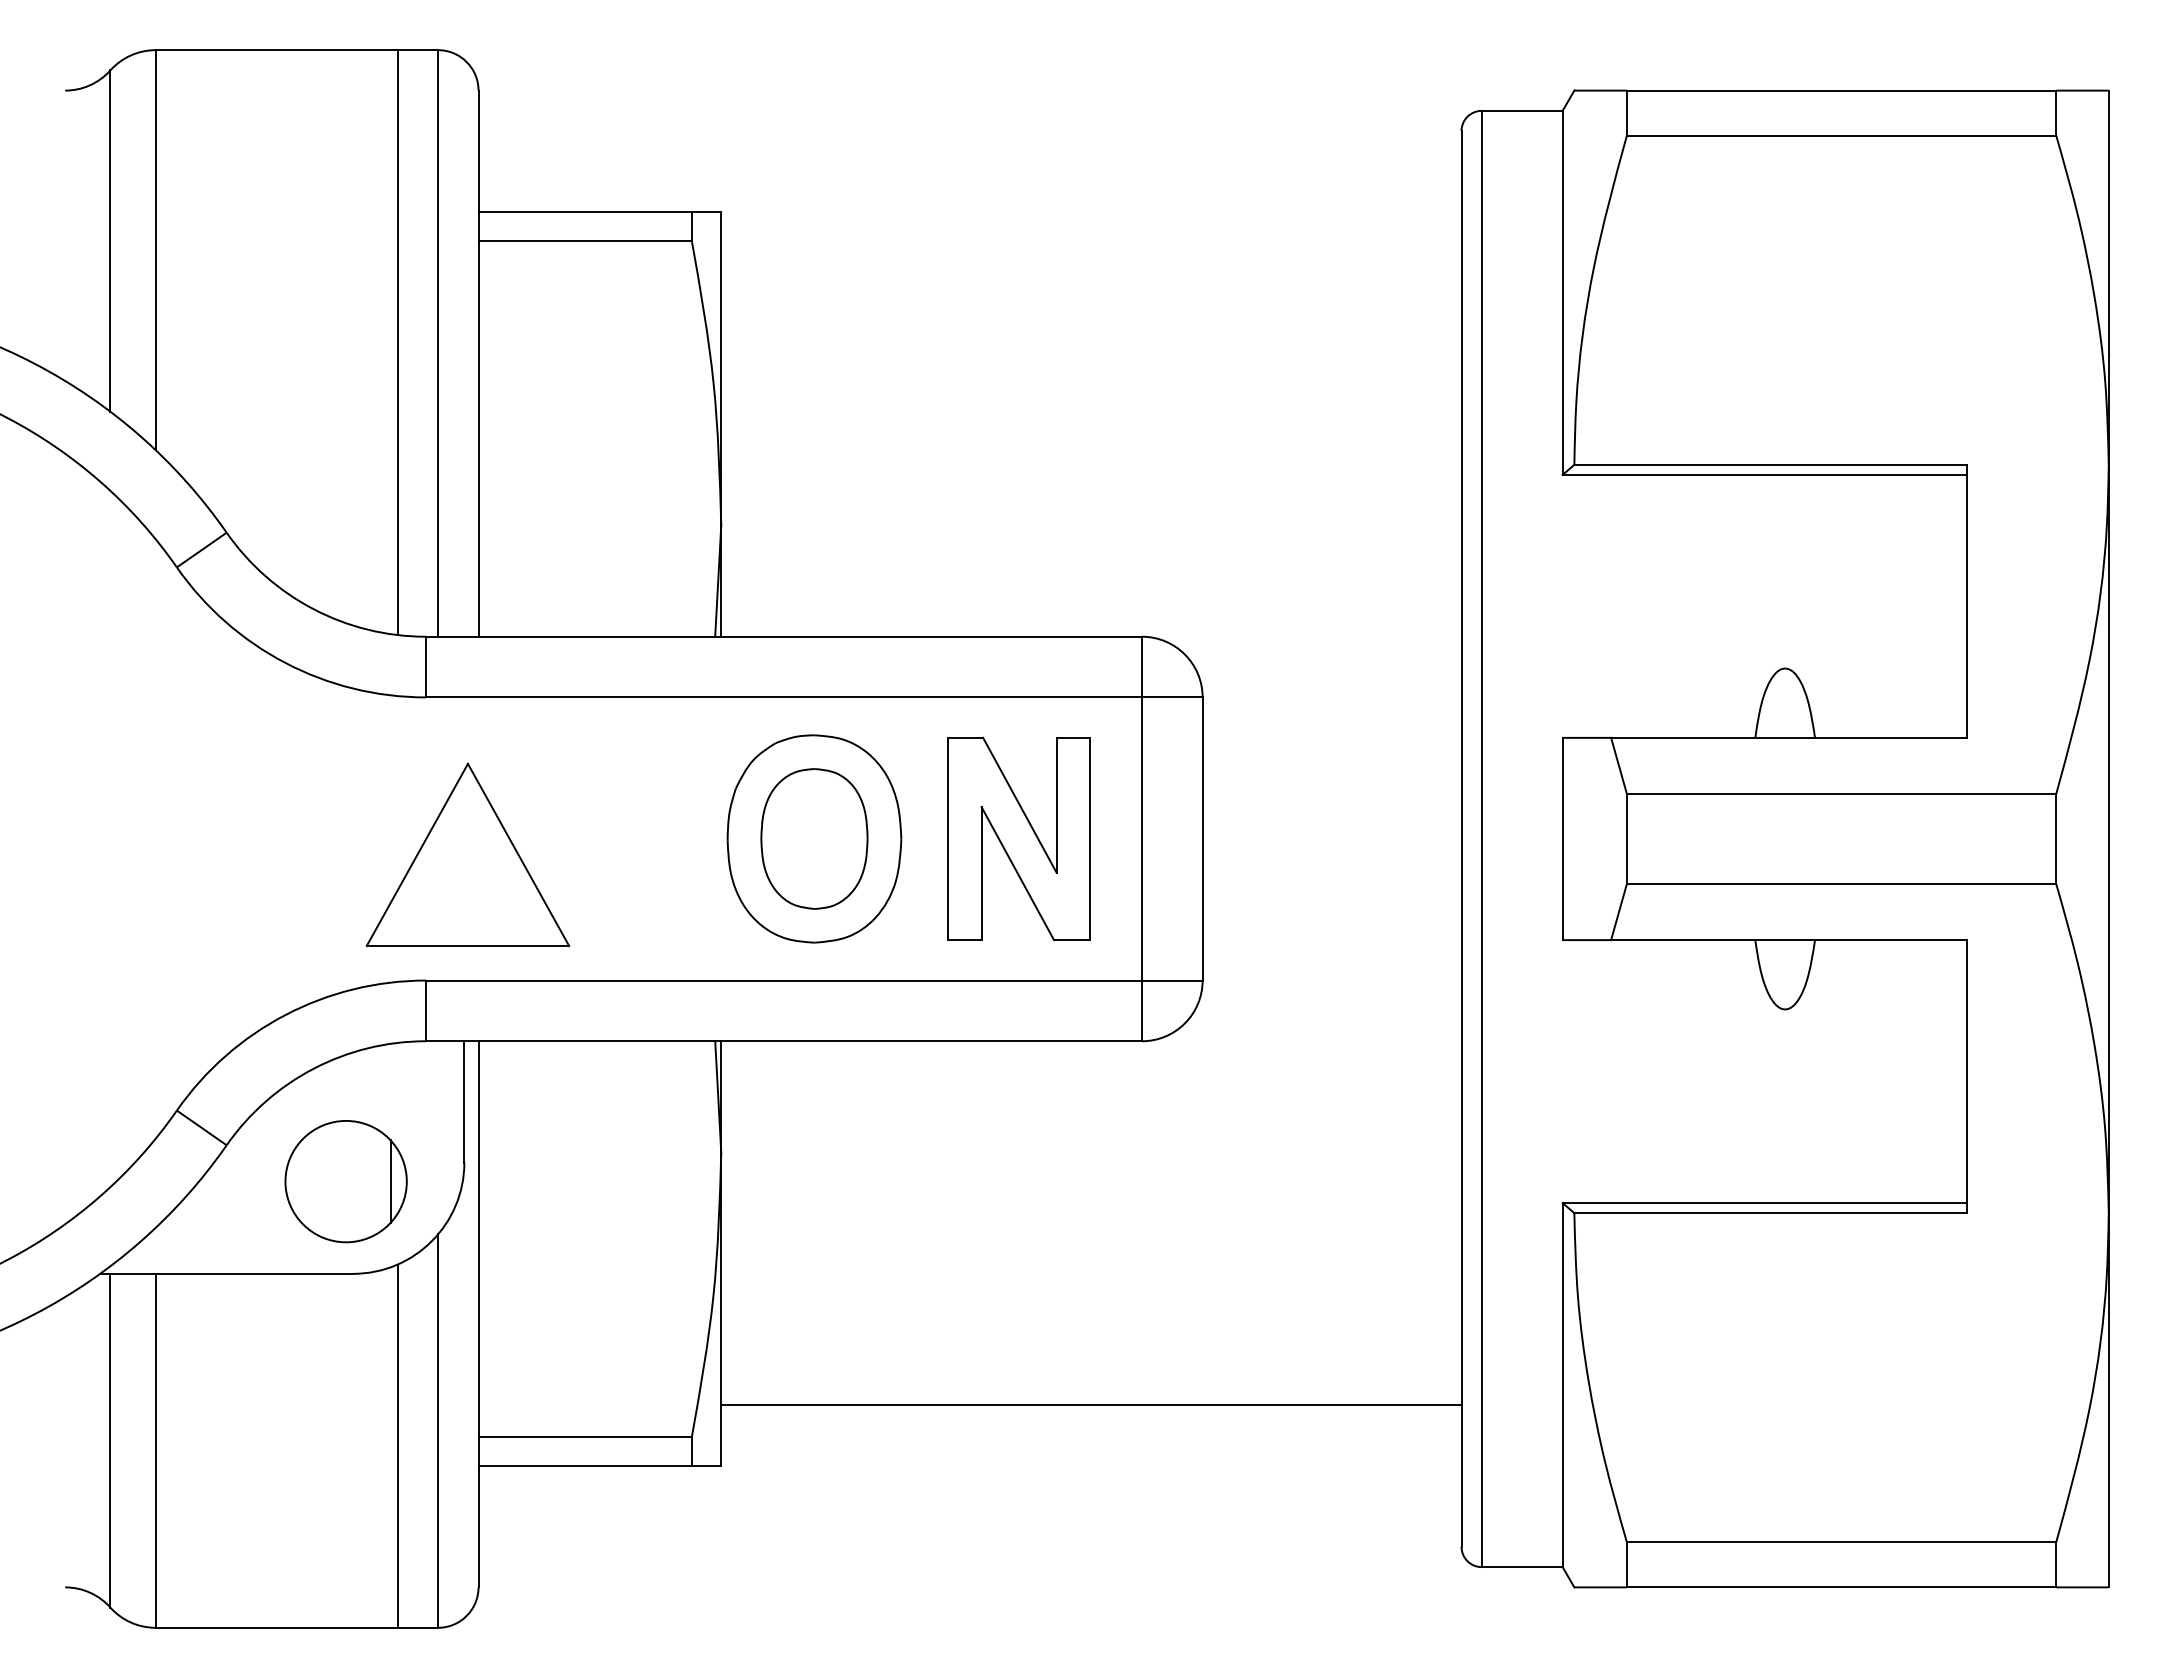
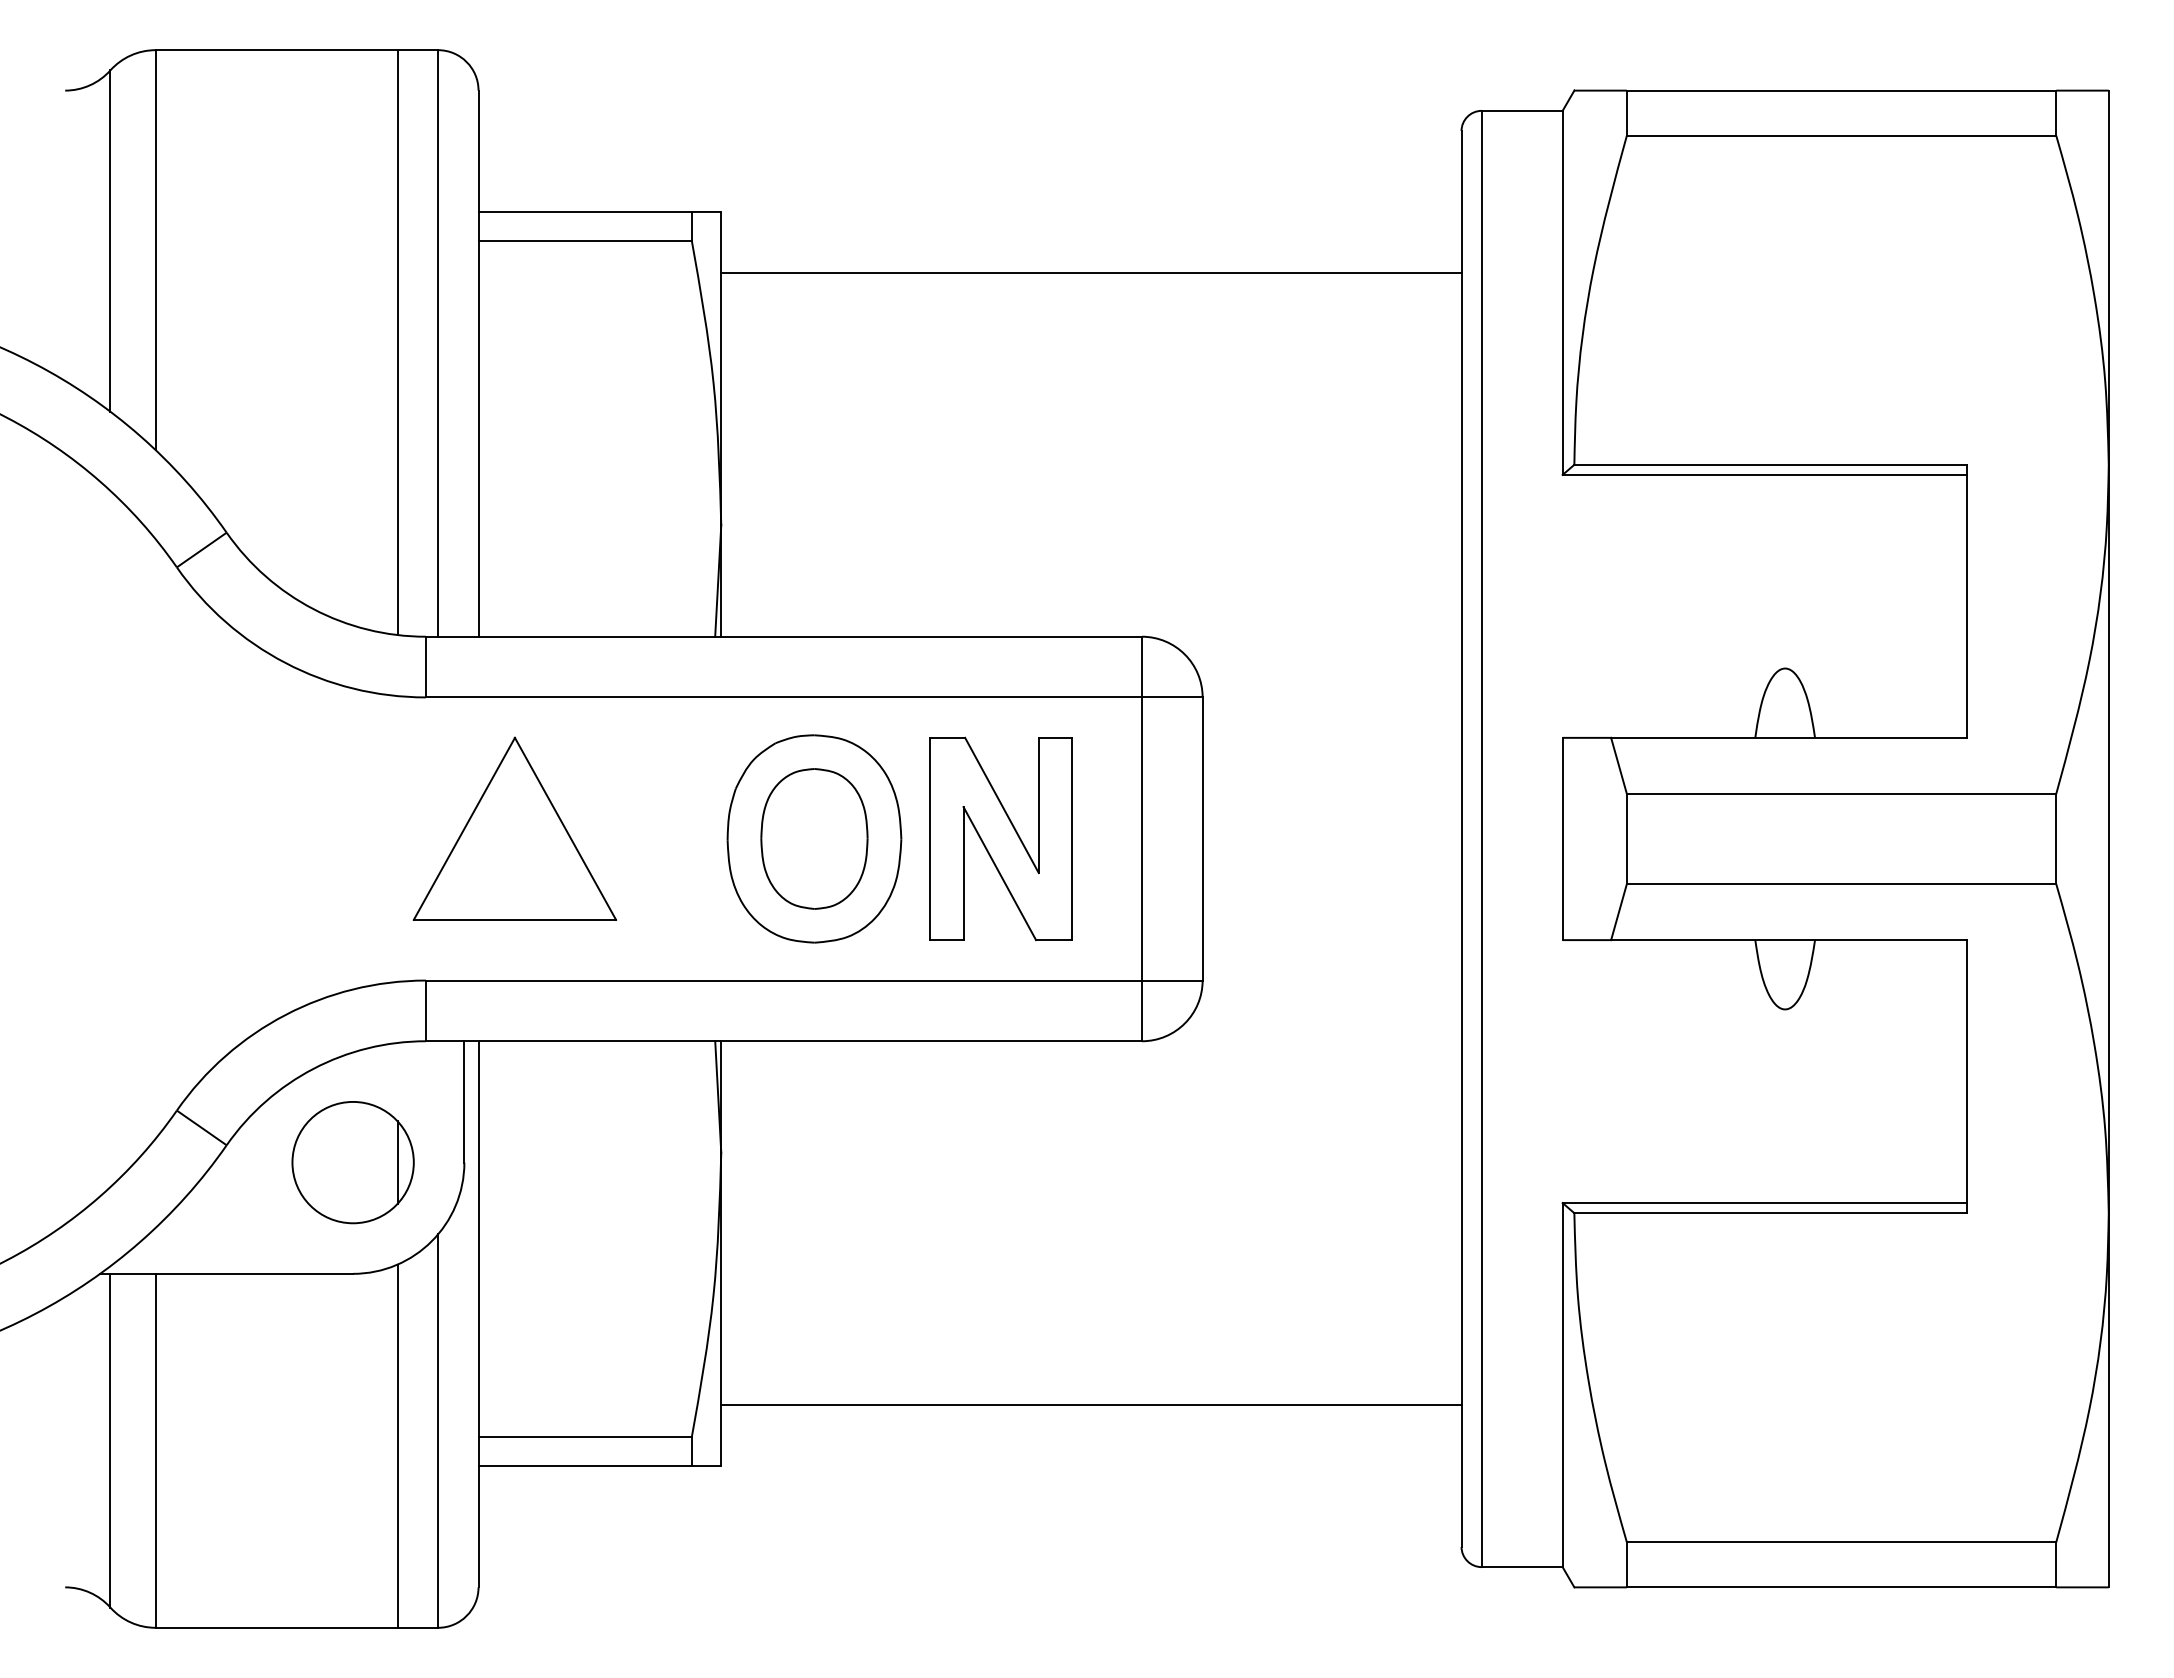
line at (1091, 272): none -> present
part at (1018, 838) position: (1018, 838) -> (1000, 838)
part at (467, 854) position: (467, 854) -> (514, 828)
part at (345, 1181) position: (345, 1181) -> (352, 1162)
